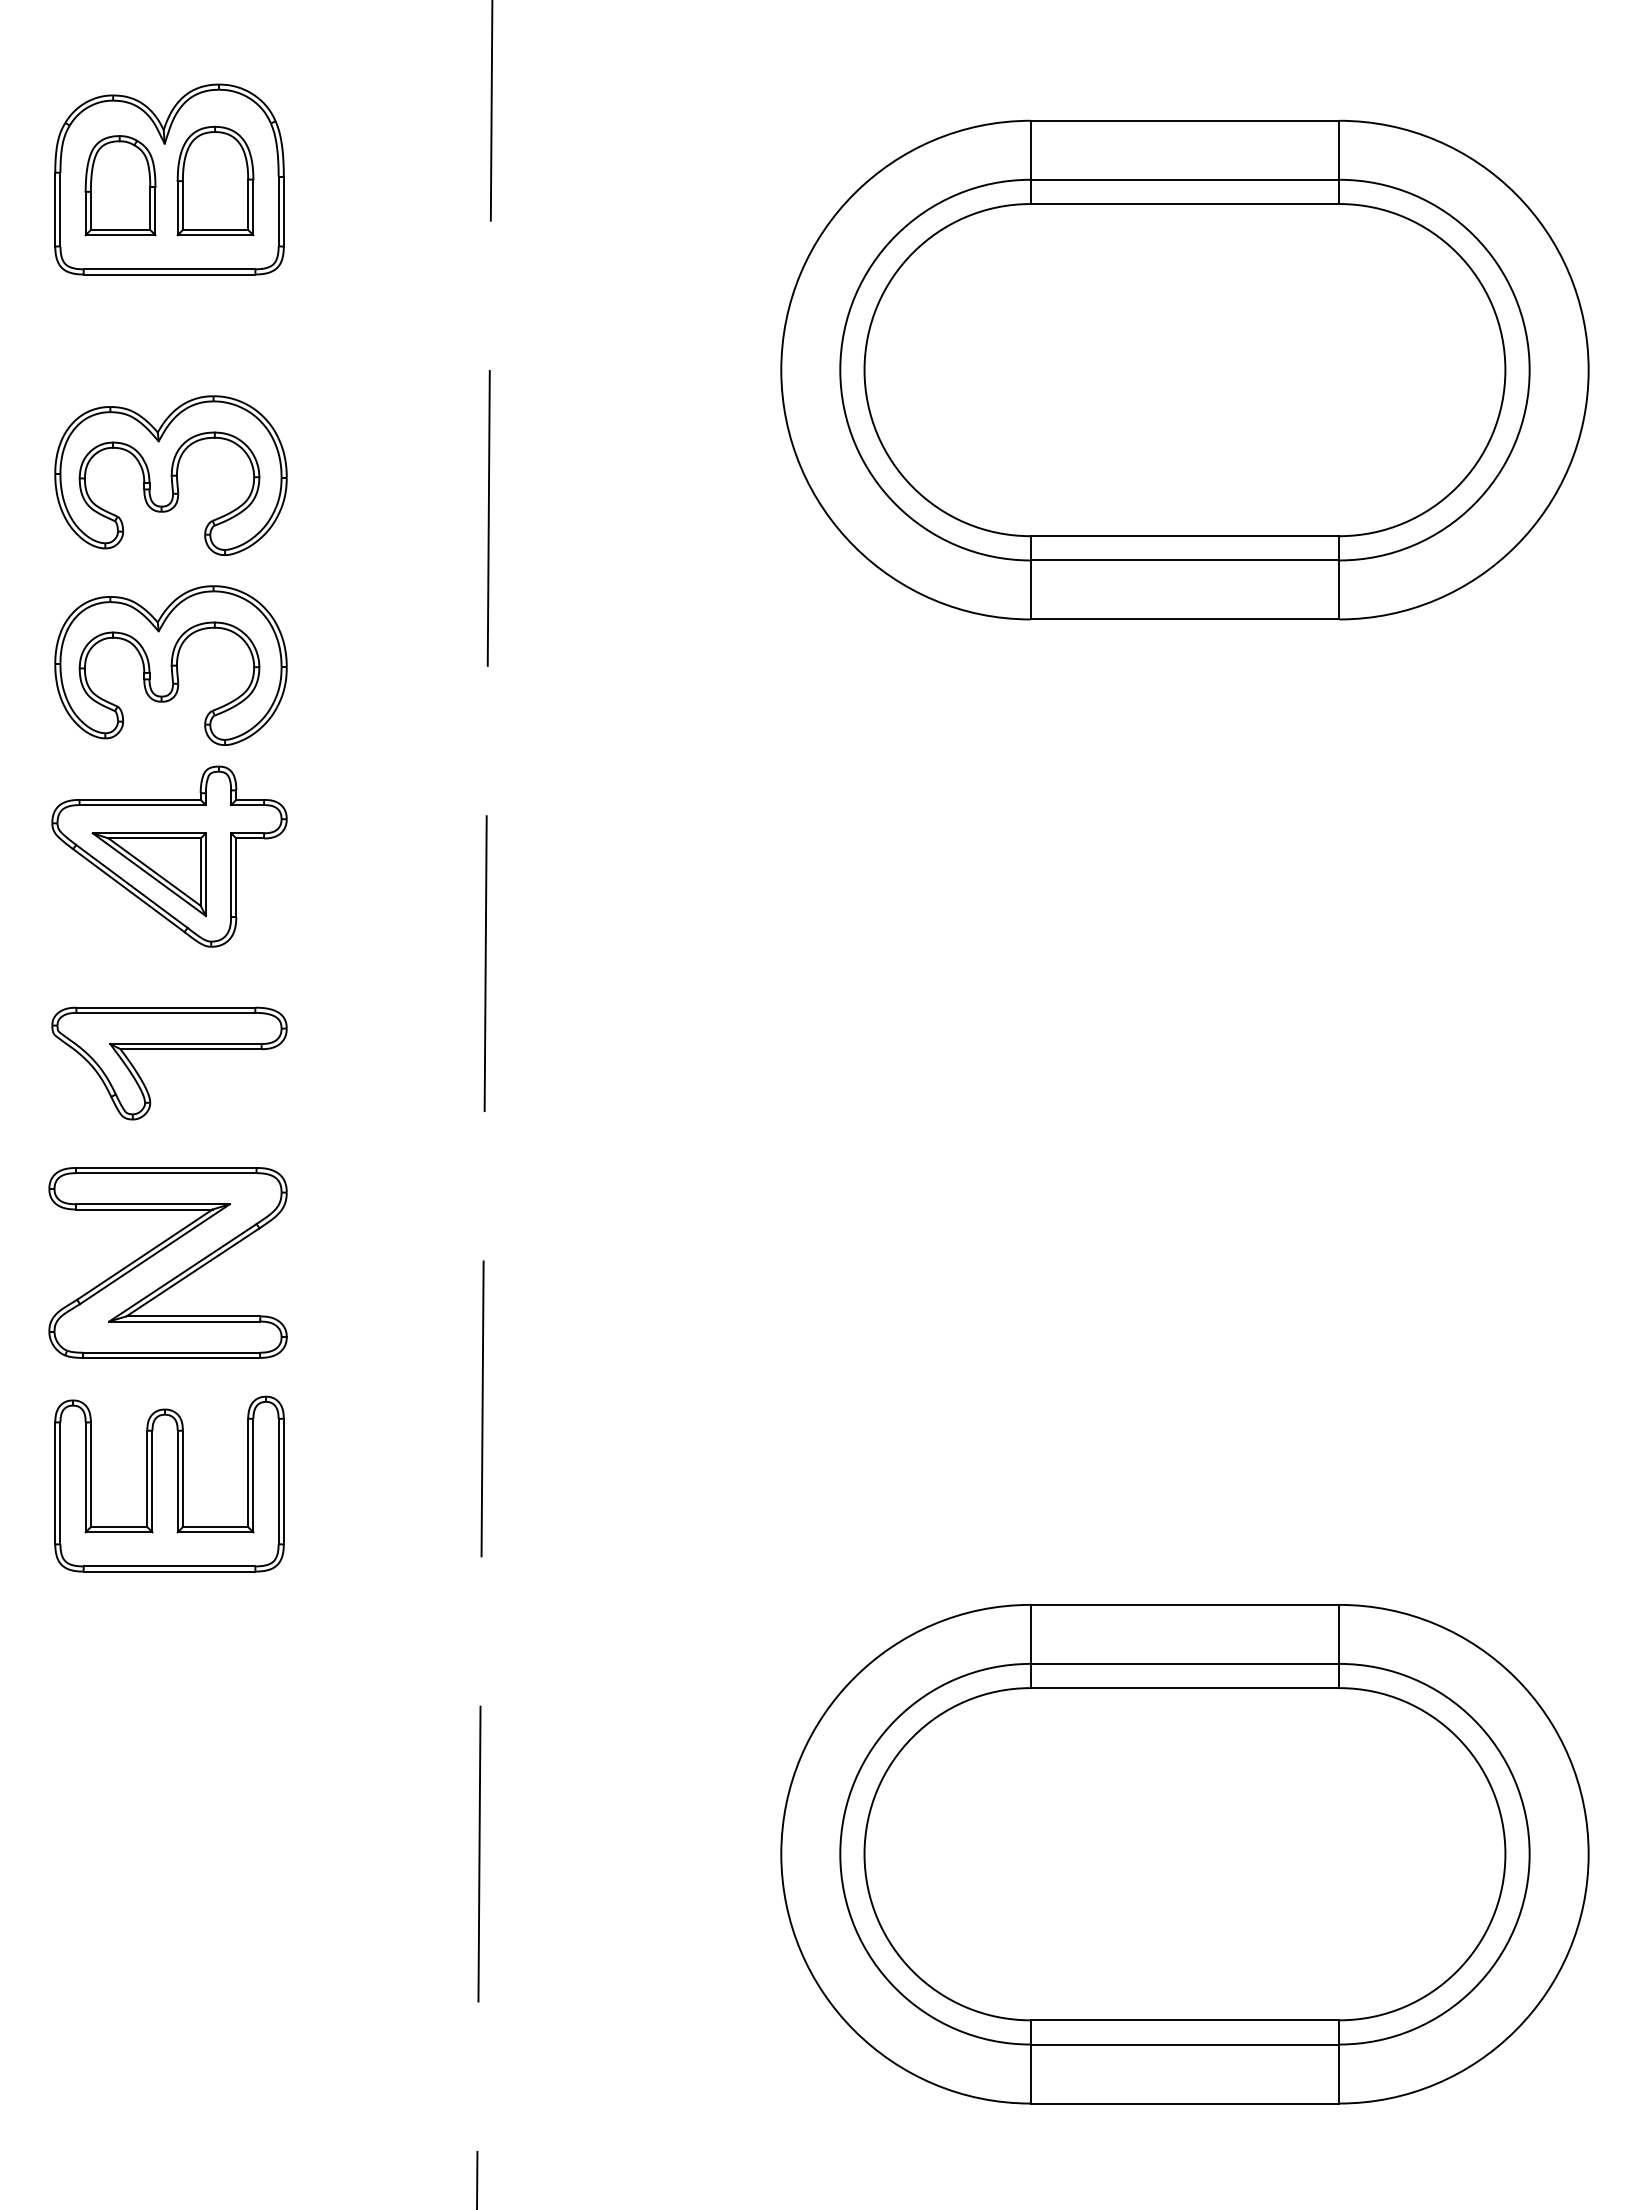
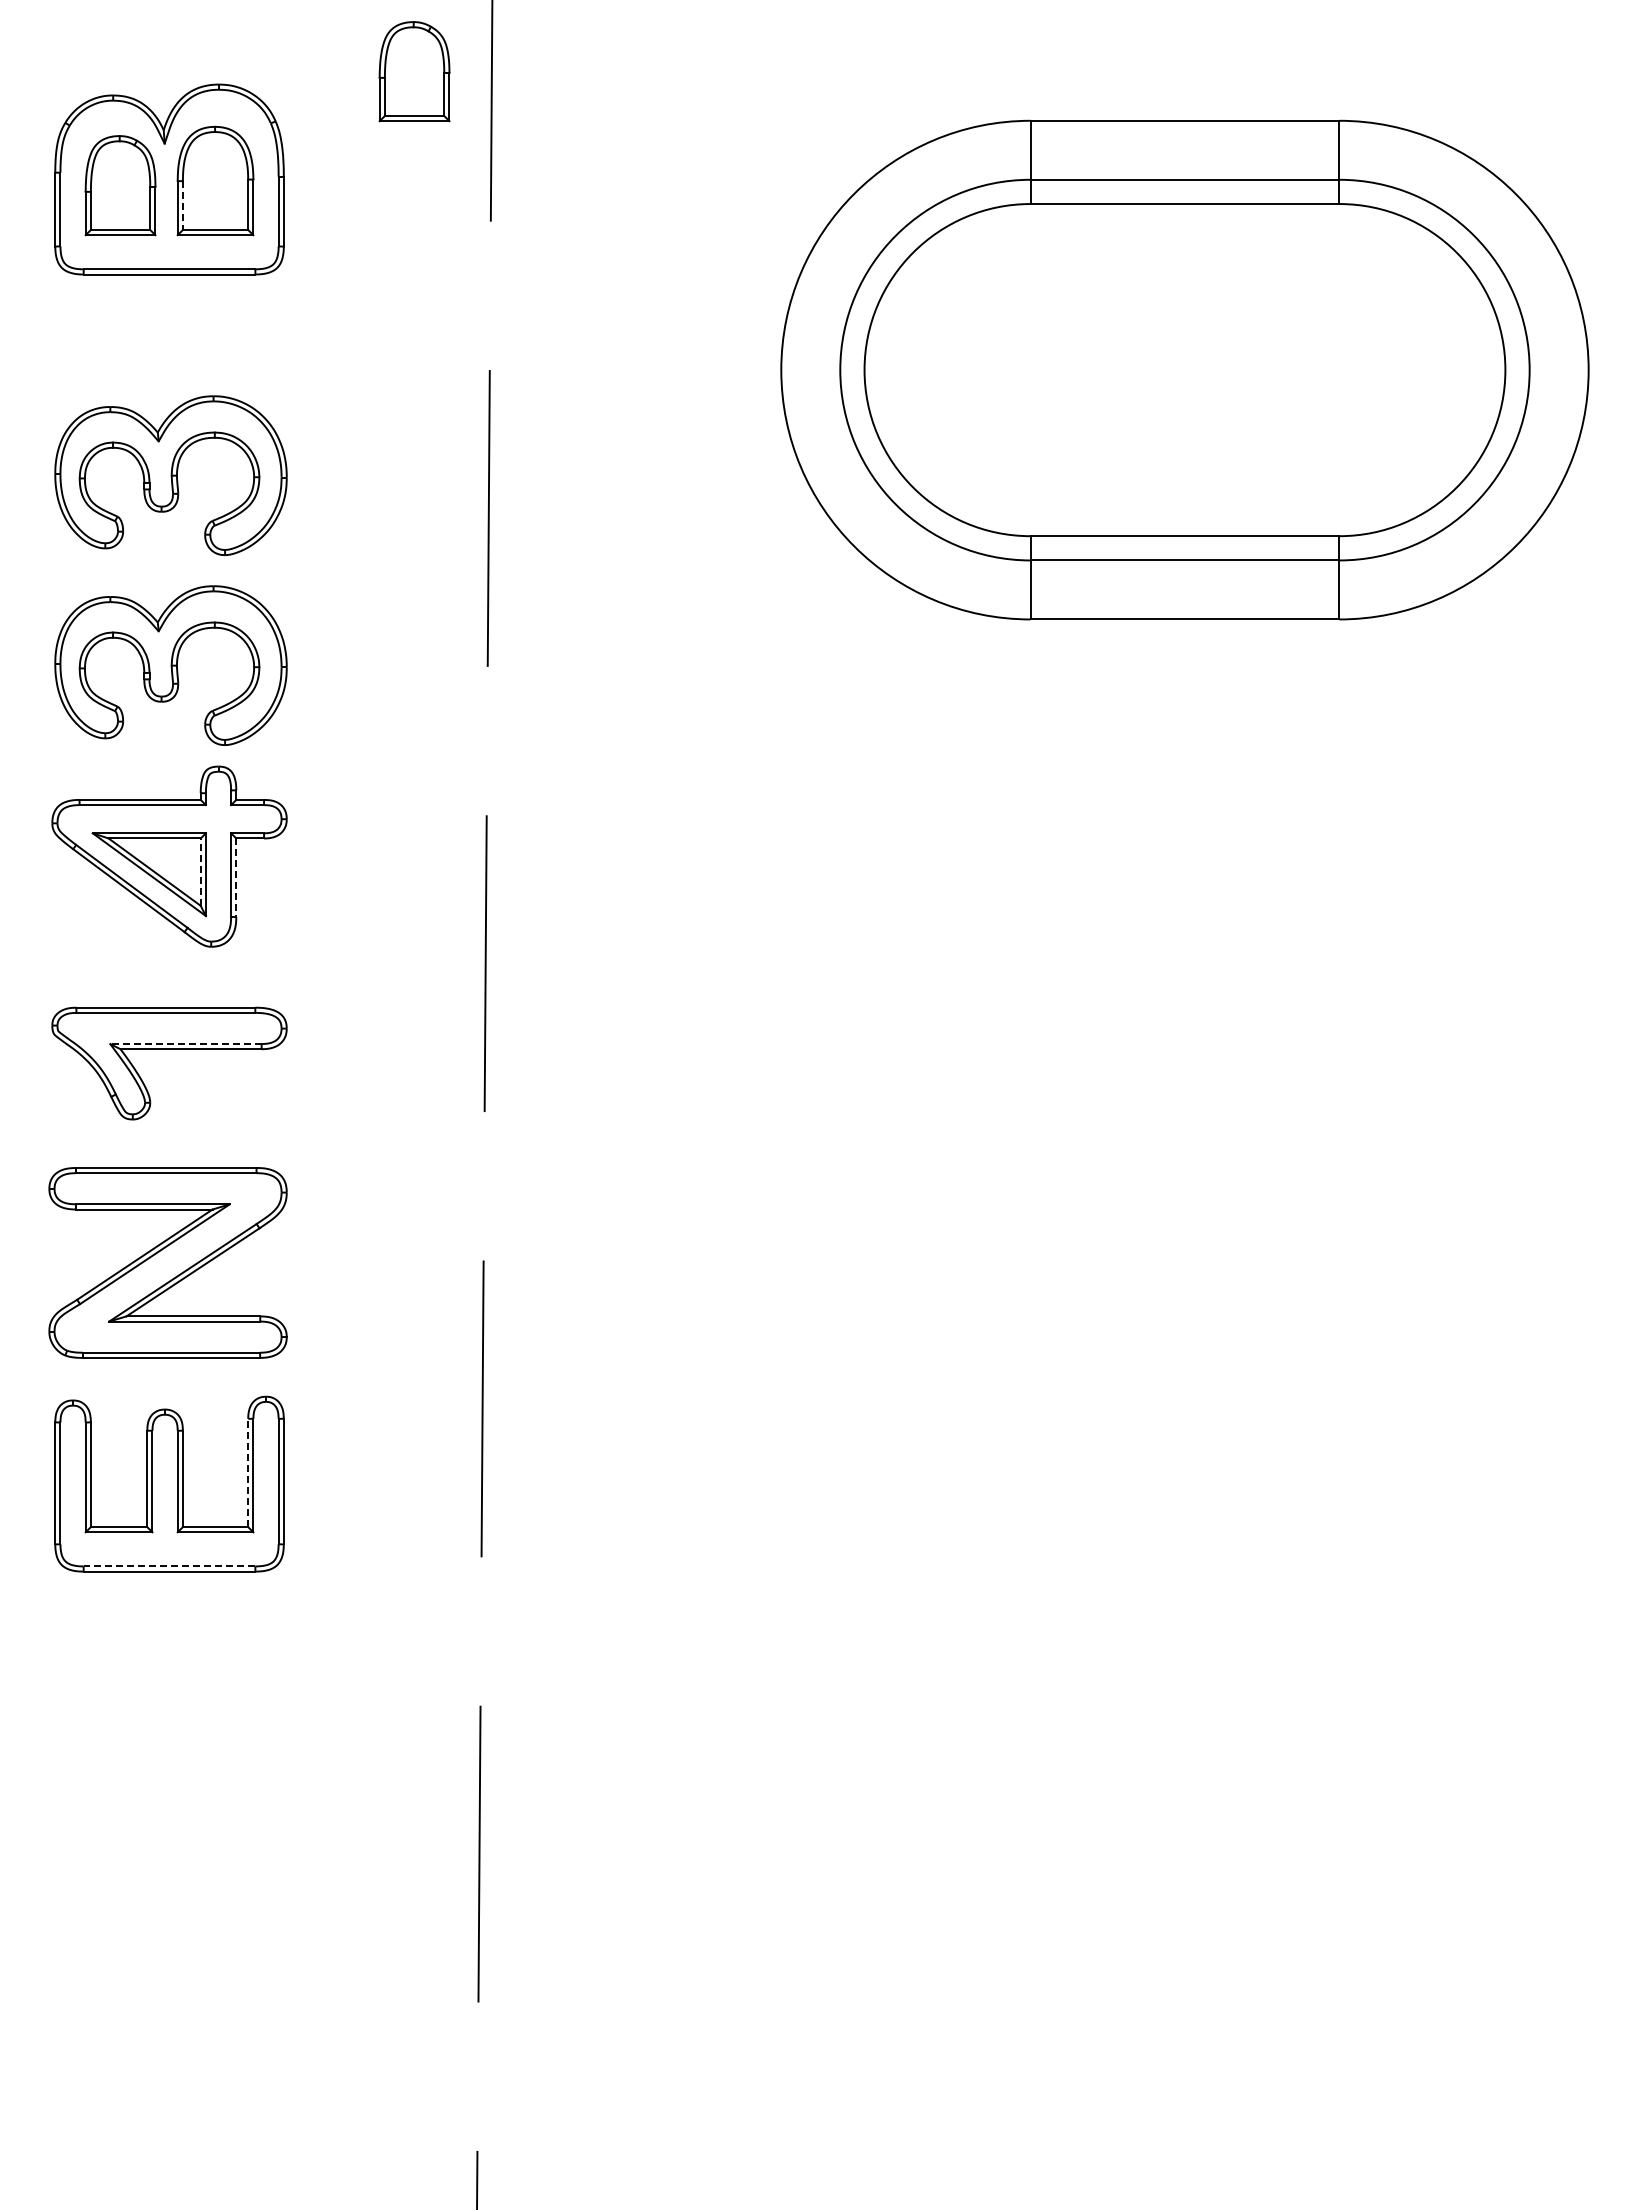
part at (414, 71): none -> present
line at (182, 206): solid -> dashed
line at (200, 872): solid -> dashed
line at (236, 878): solid -> dashed
line at (185, 1044): solid -> dashed
line at (248, 1472): solid -> dashed
line at (169, 1566): solid -> dashed
part at (1184, 1854): present -> none
